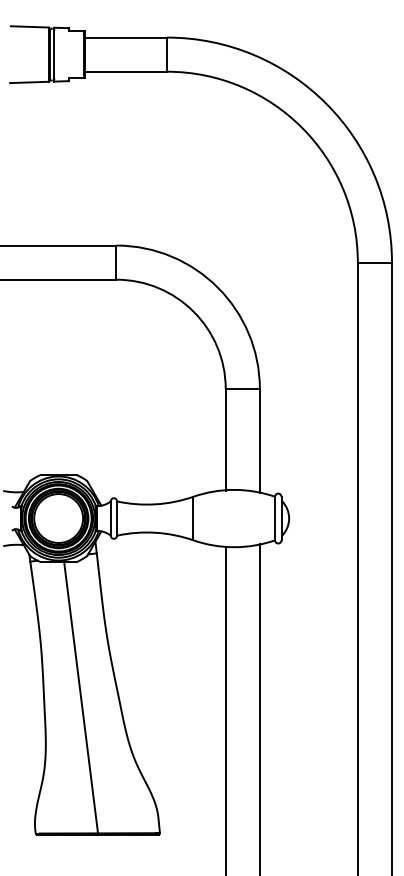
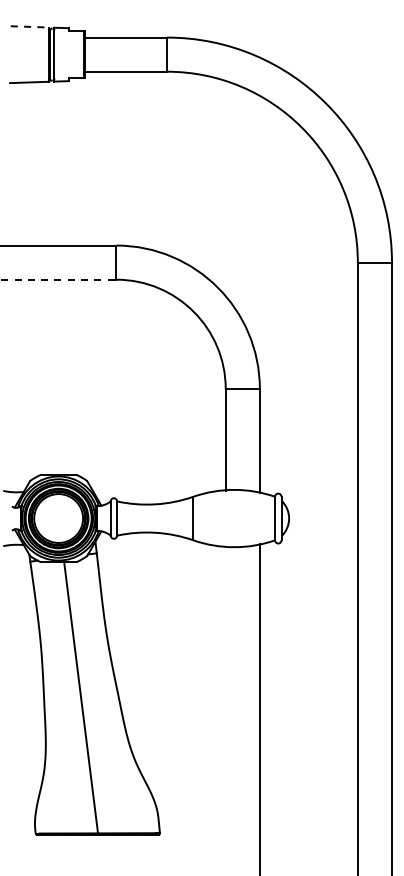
line at (30, 26): solid -> dashed
line at (58, 279): solid -> dashed
line at (225, 709): present -> none
